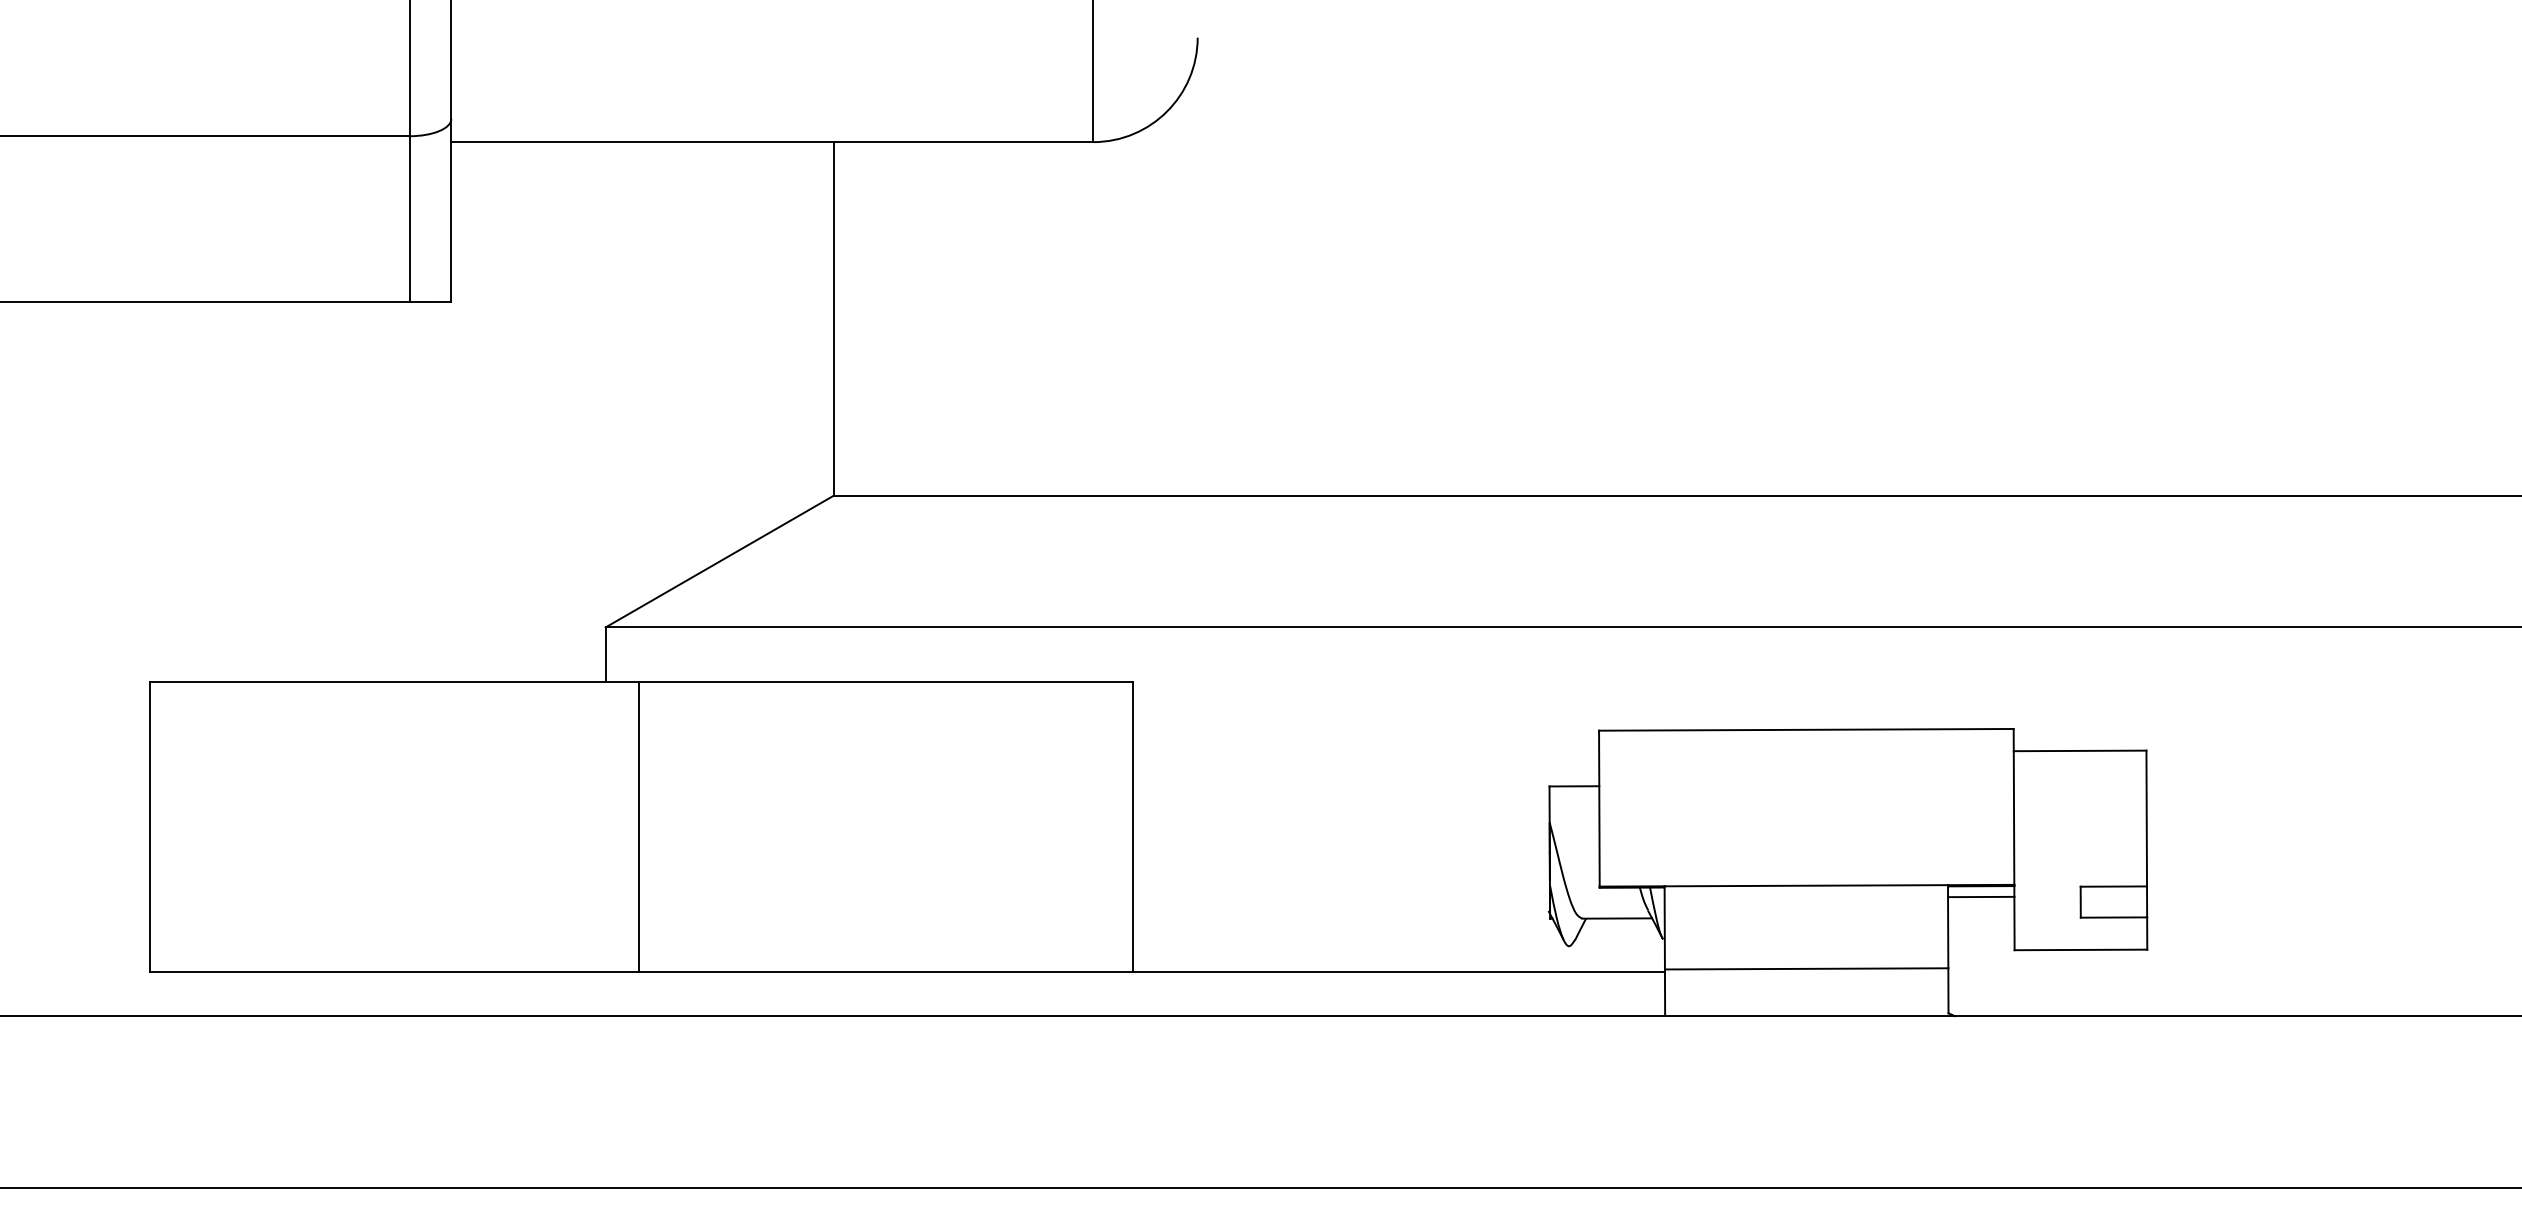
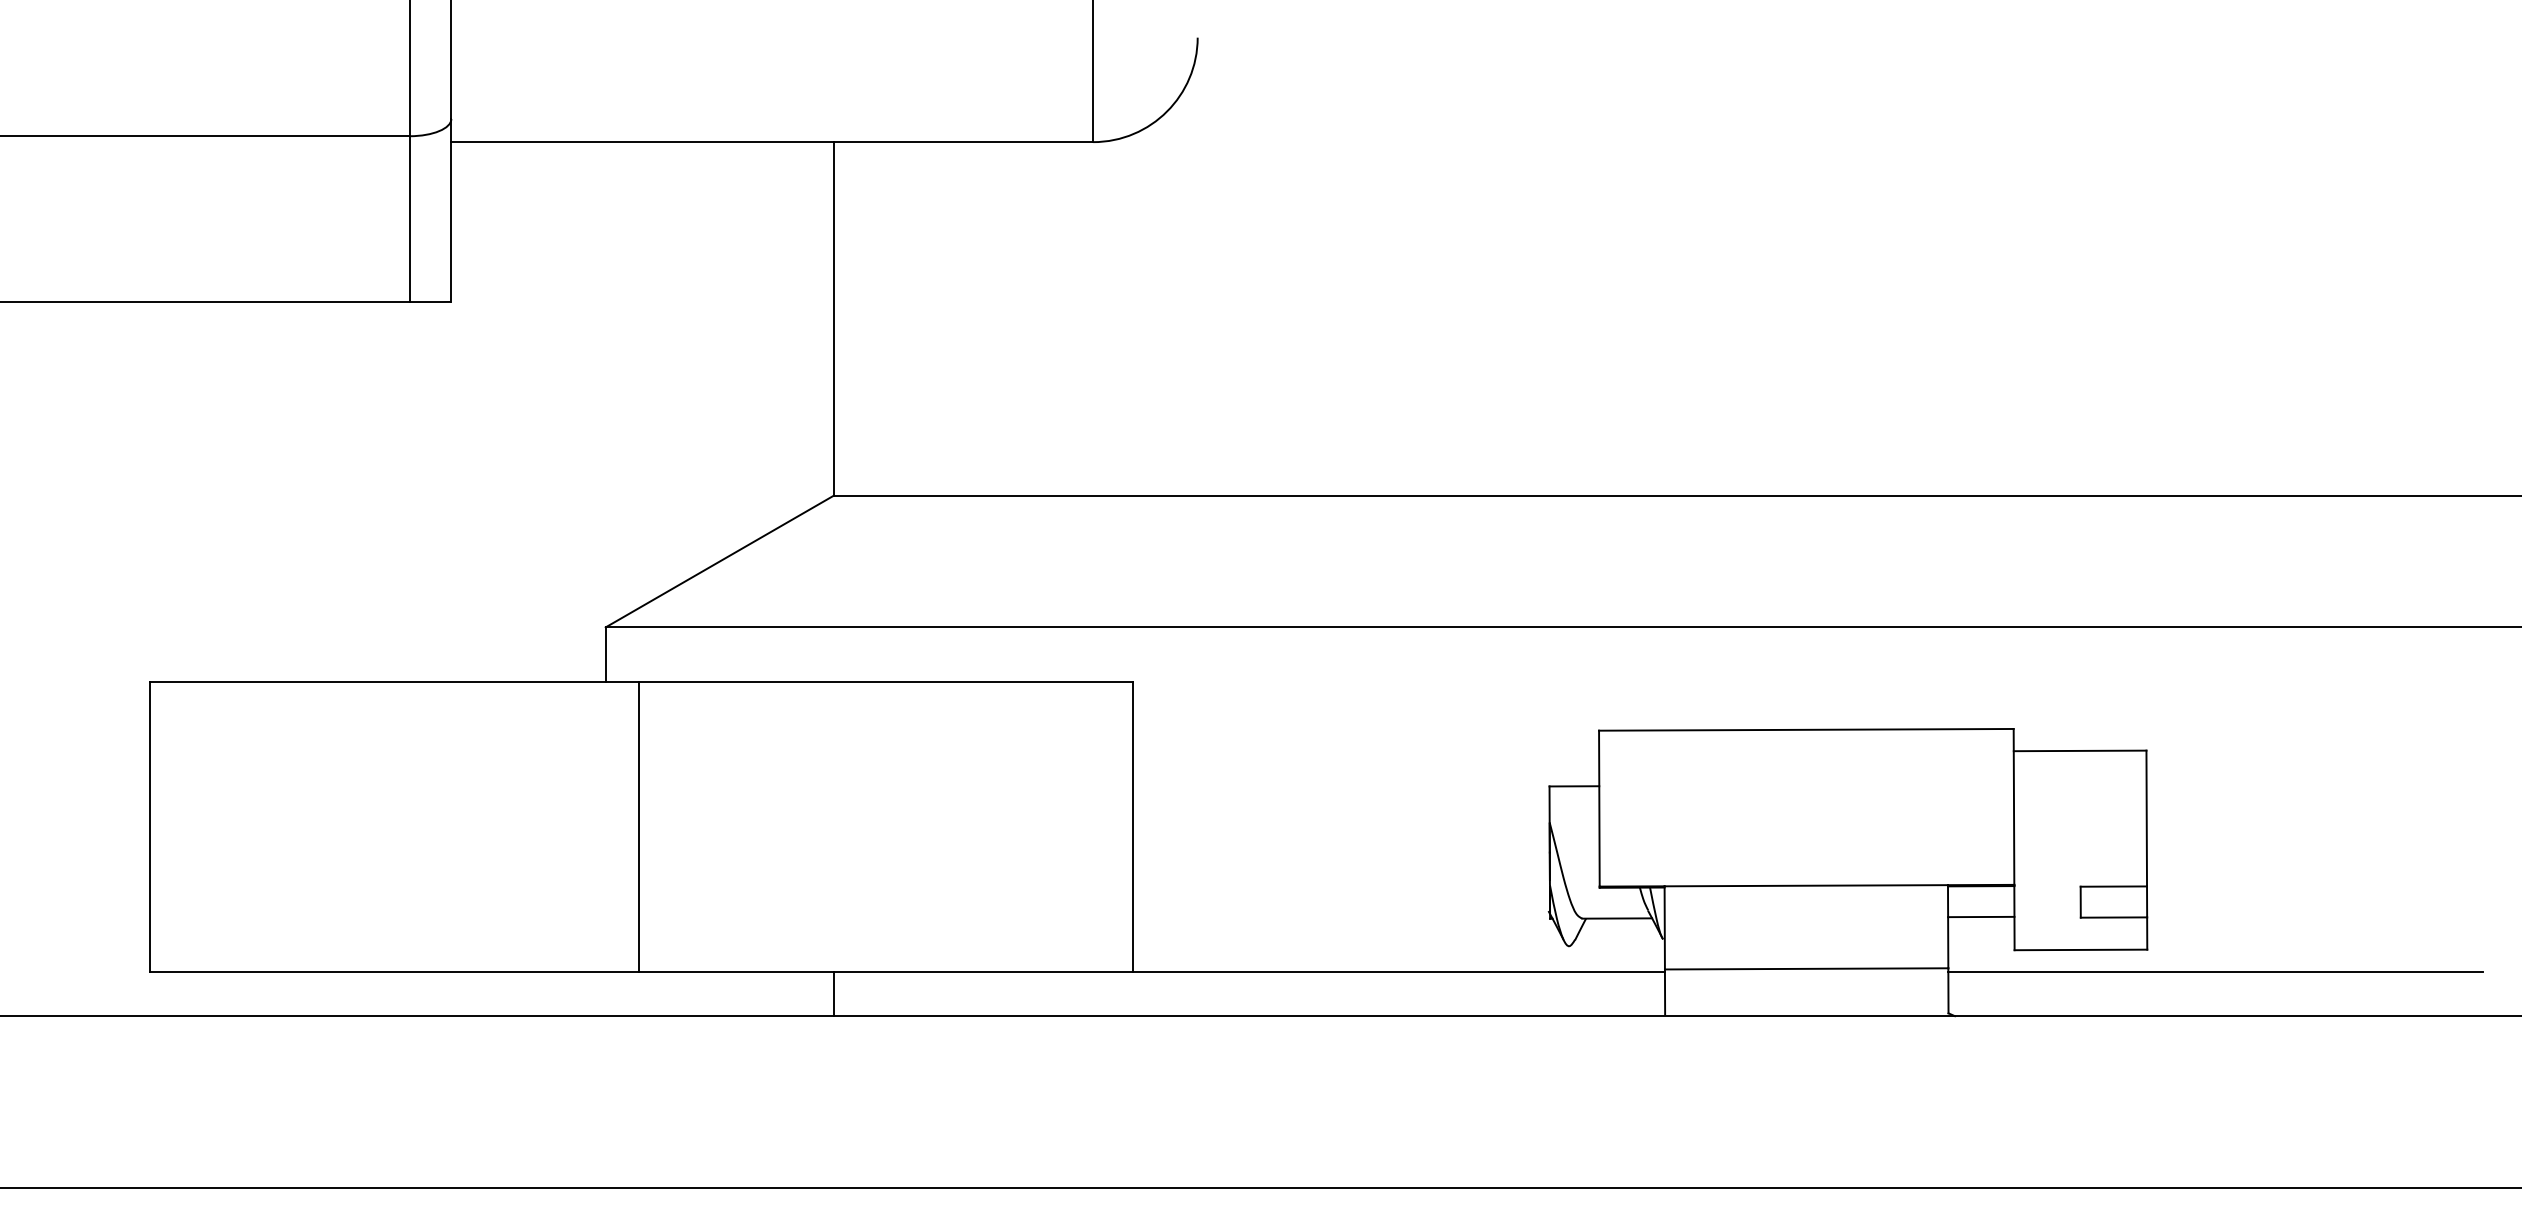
line at (1981, 896) position: (1981, 896) -> (1981, 916)
line at (2215, 971): none -> present
line at (833, 993): none -> present
